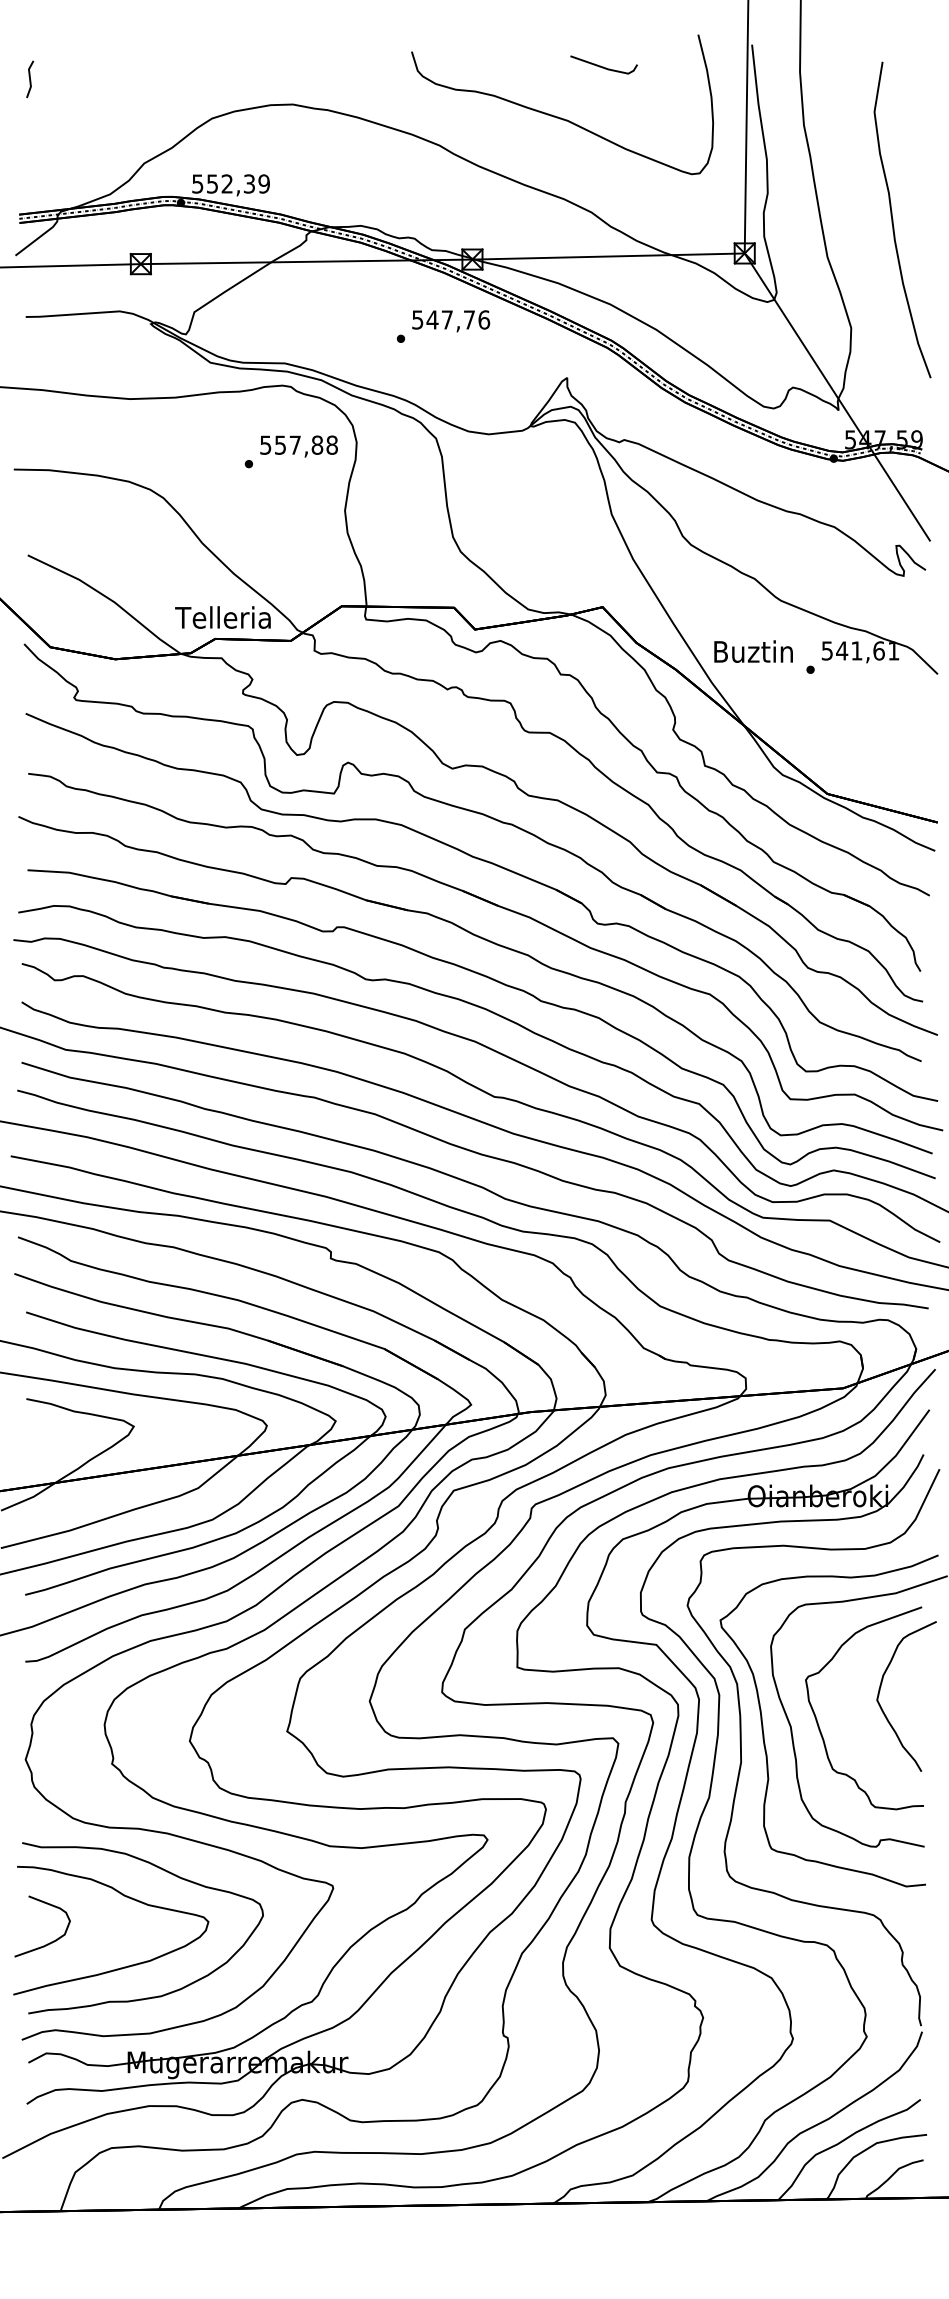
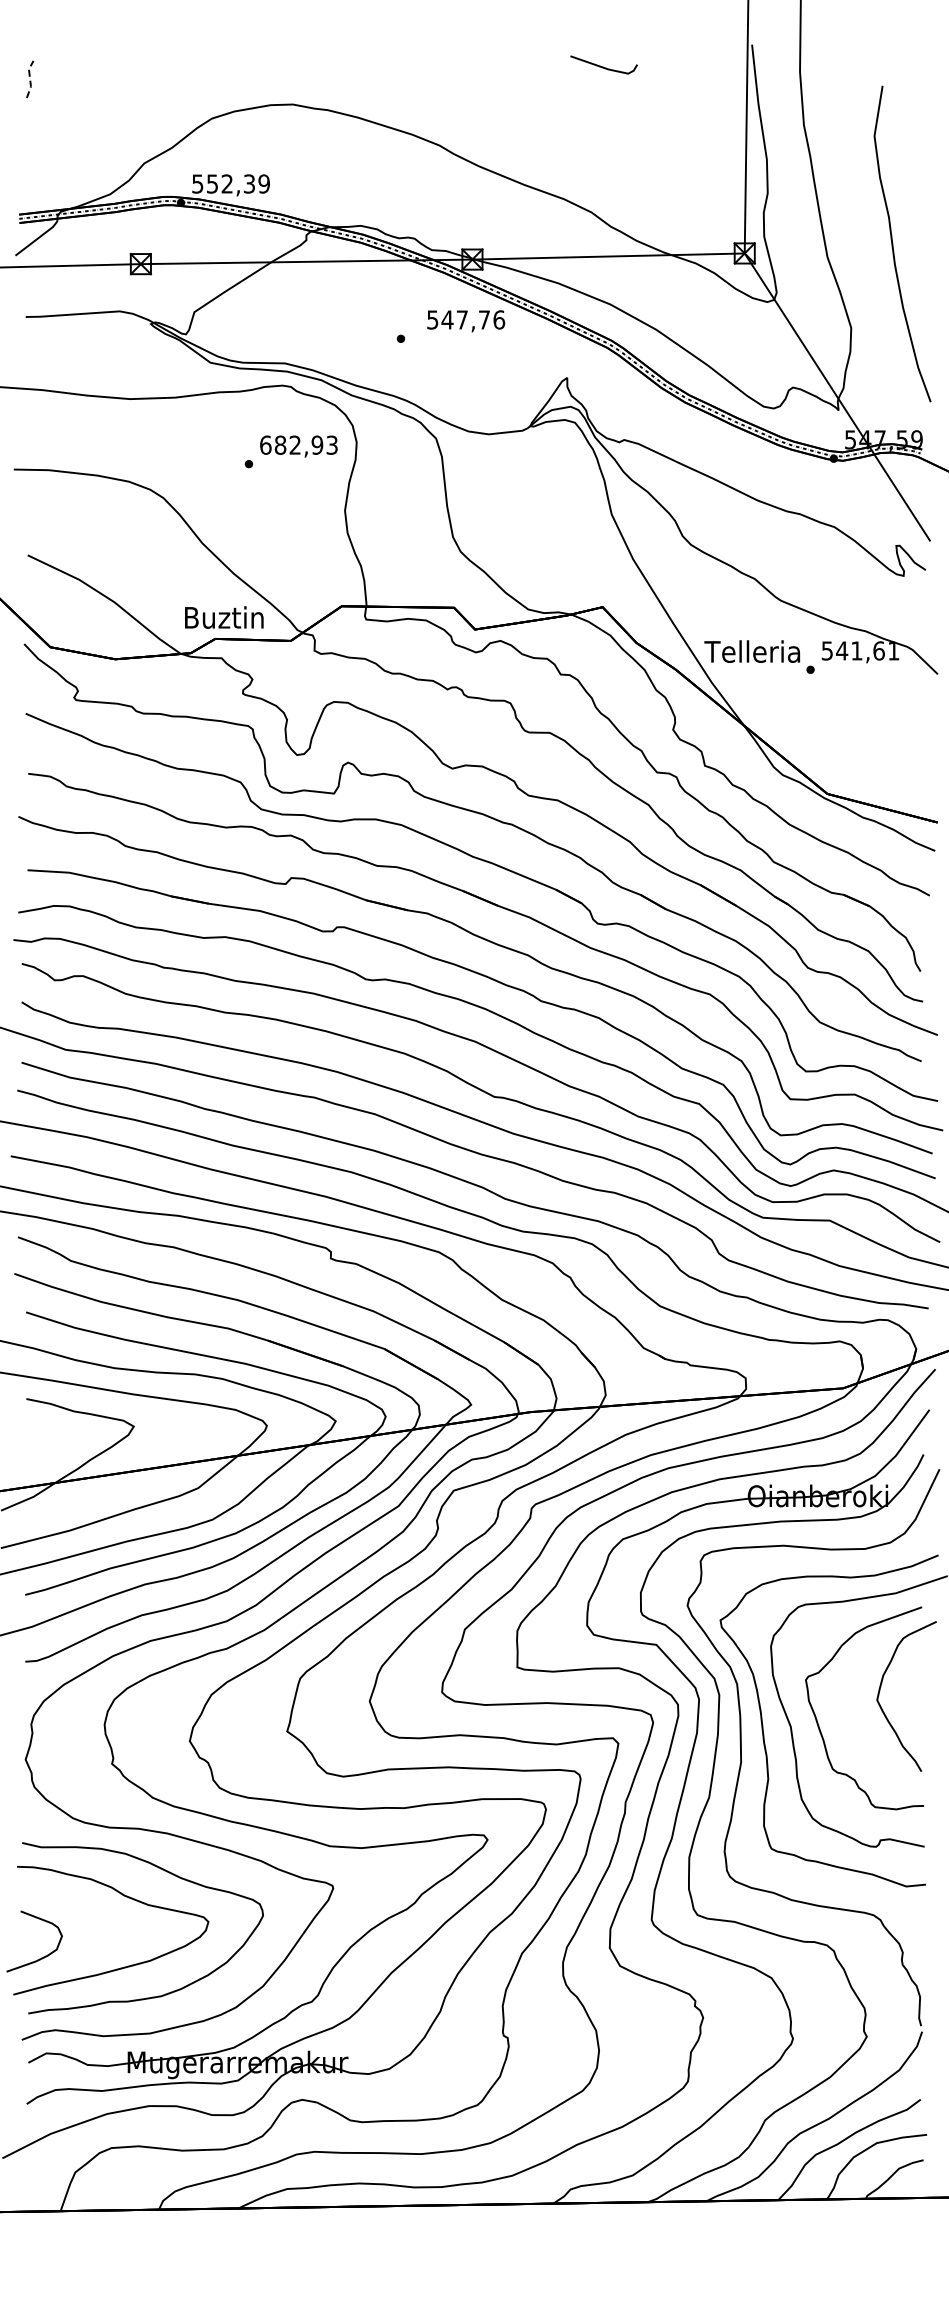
line at (30, 78): solid -> dashed
curve at (558, 116): present -> none
curve at (893, 219) position: (893, 219) -> (893, 243)
text at (451, 321) position: (451, 321) -> (466, 321)
text at (298, 444): 557,88 -> 682,93
text at (222, 617): Telleria -> Buztin
text at (752, 651): Buztin -> Telleria
curve at (49, 1942) position: (49, 1942) -> (41, 1957)
